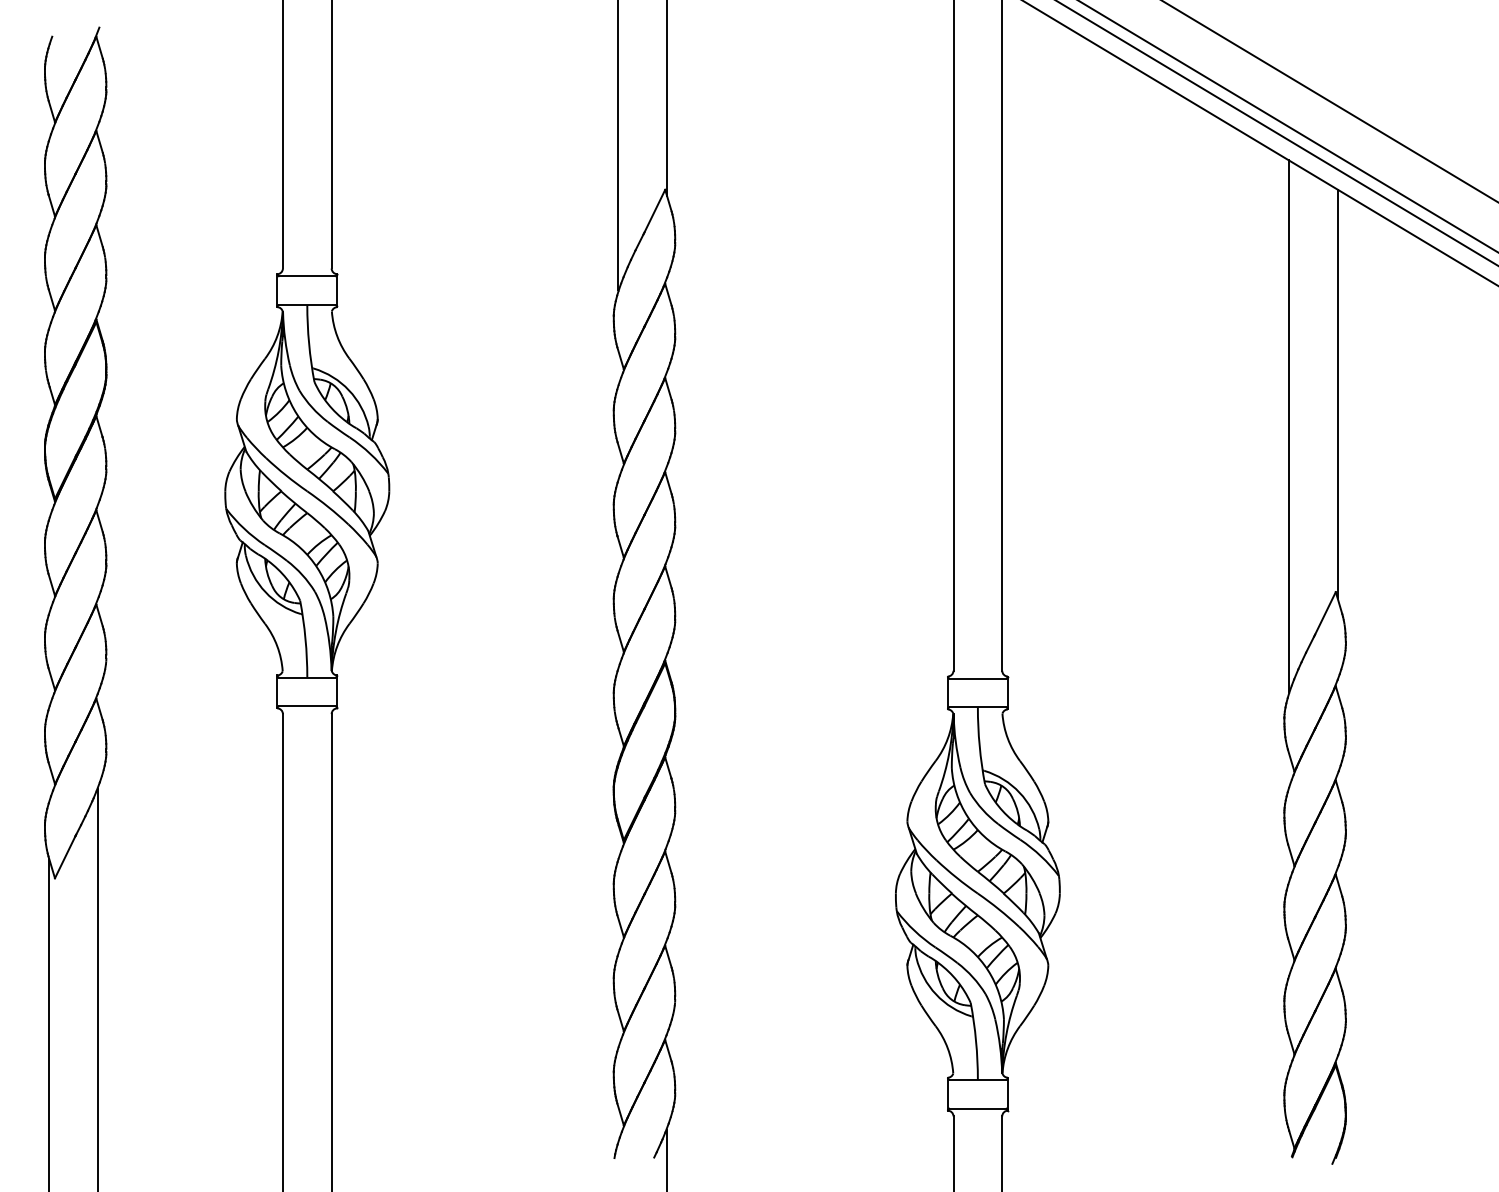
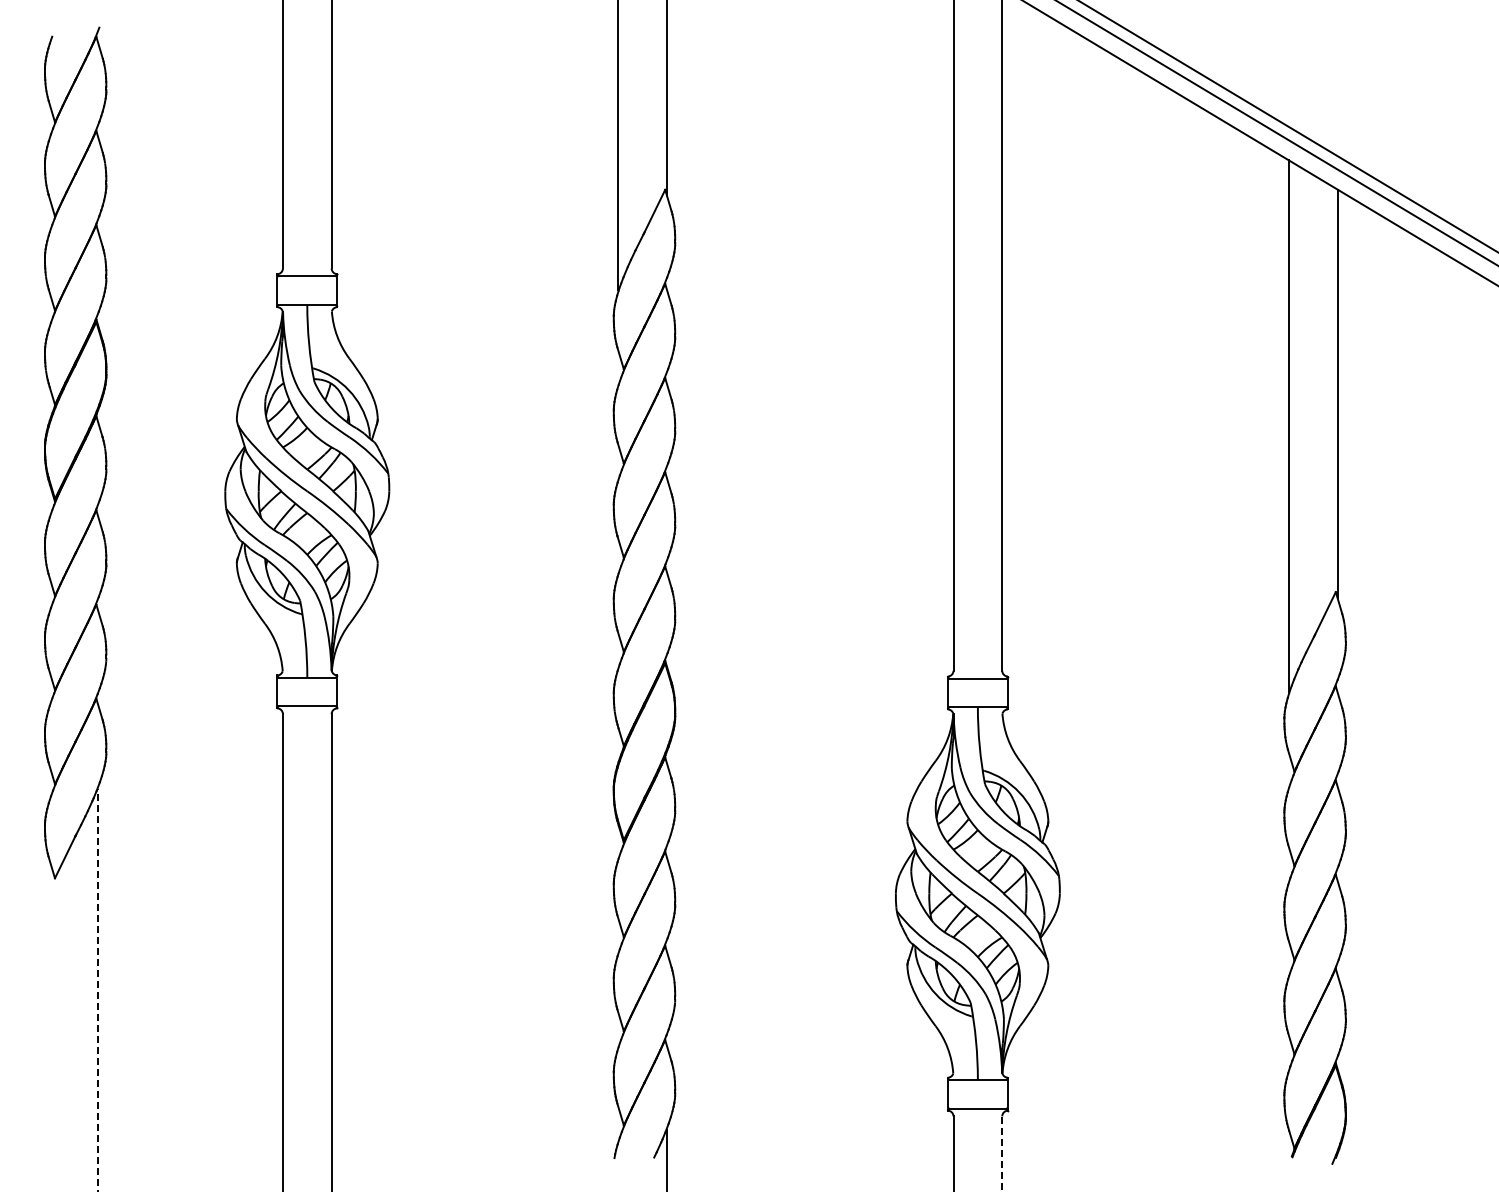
line at (1329, 101): present -> none
line at (98, 989): solid -> dashed
line at (49, 1023): present -> none
line at (1002, 1153): solid -> dashed
